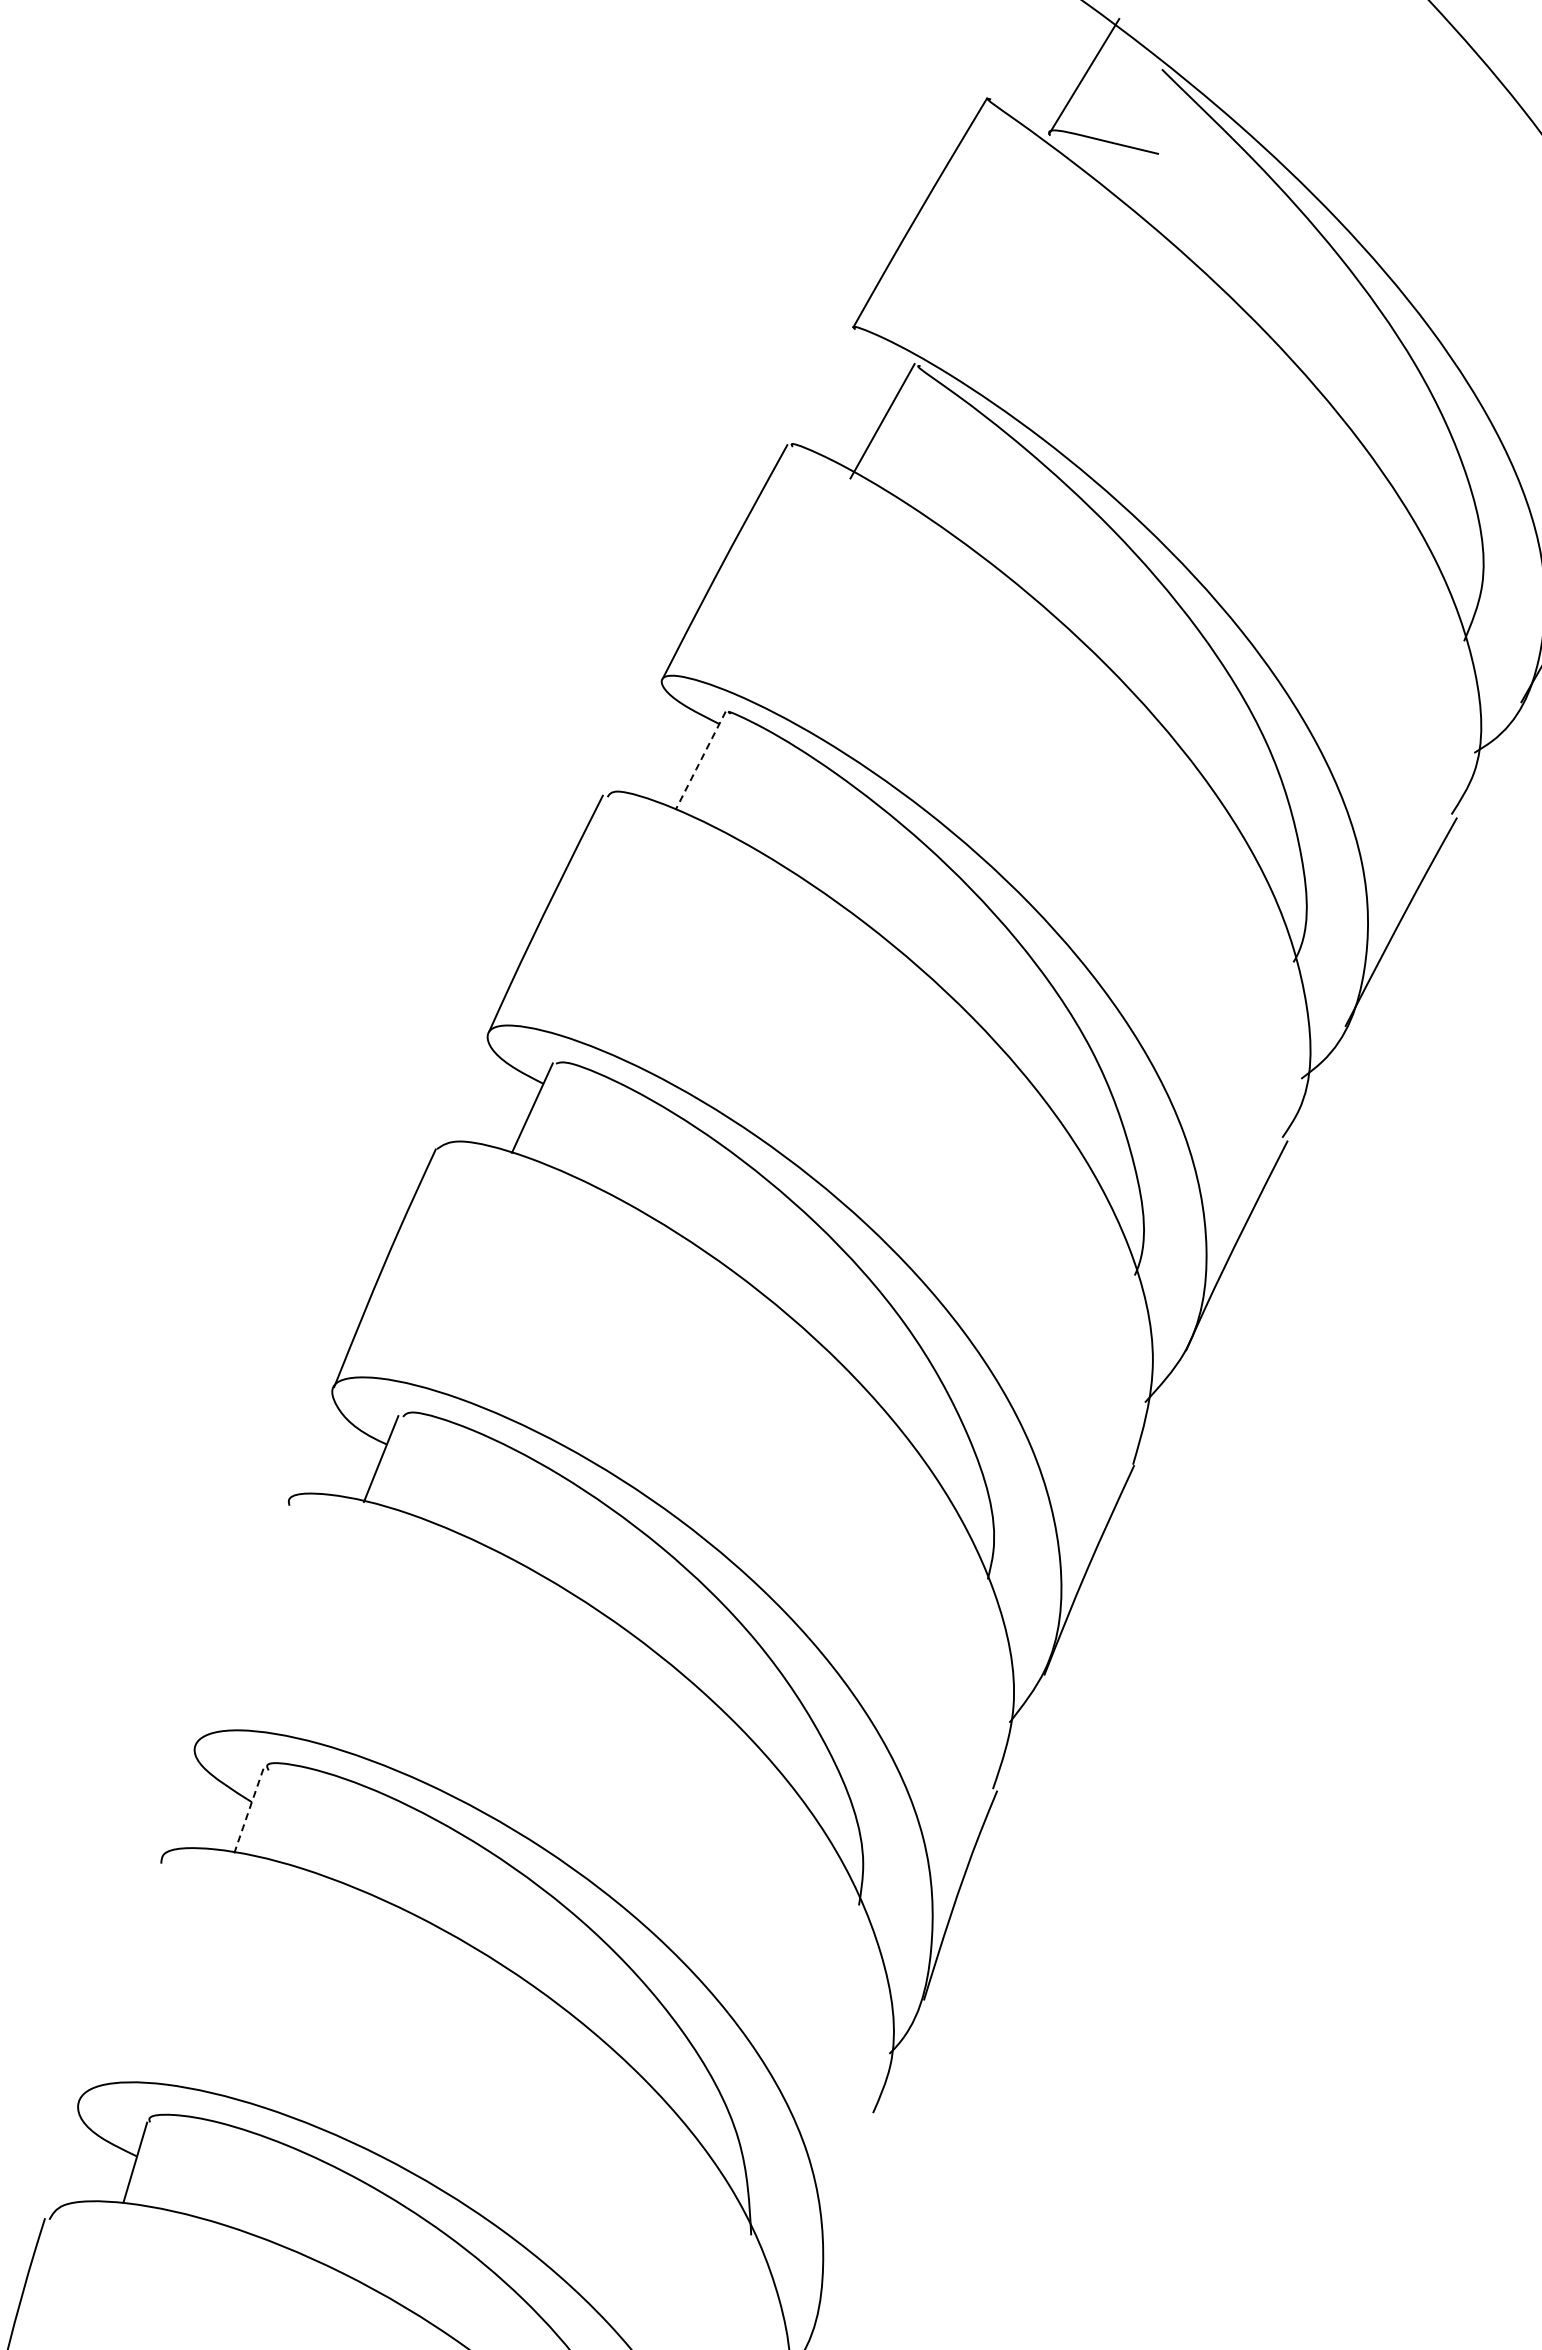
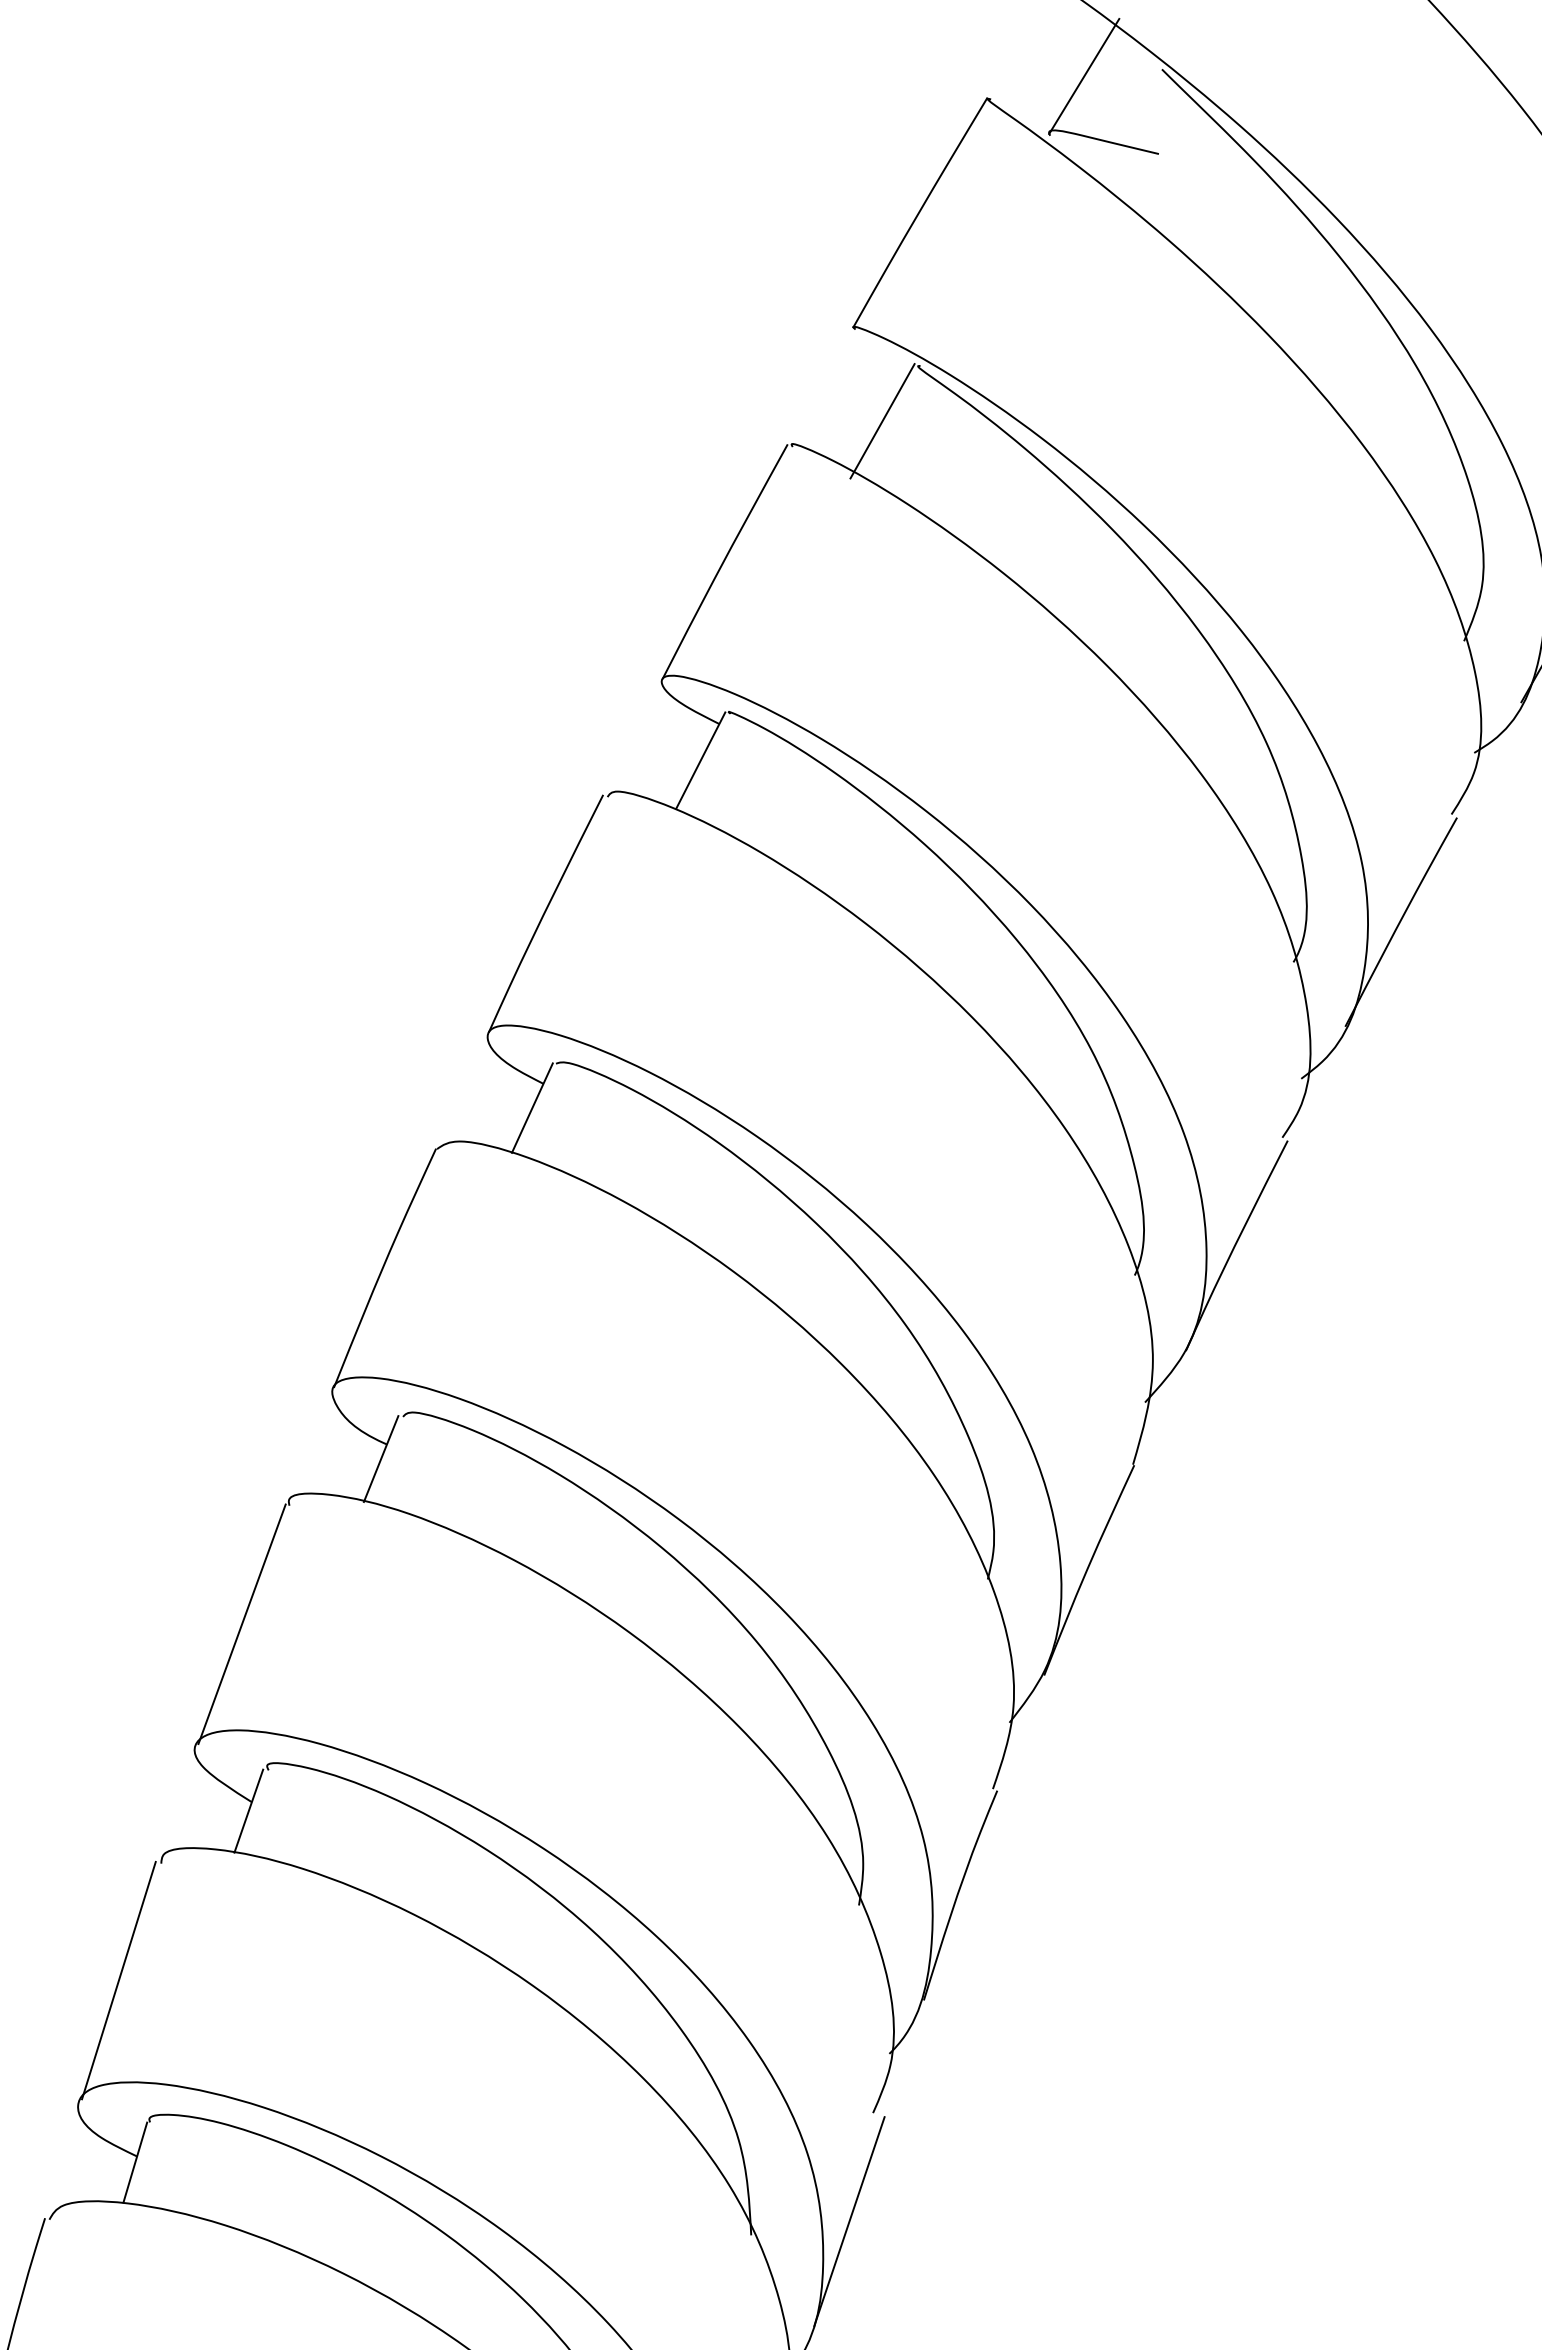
line at (700, 761): dashed -> solid
line at (241, 1624): none -> present
line at (248, 1811): dashed -> solid
line at (118, 1980): none -> present
line at (849, 2221): none -> present
